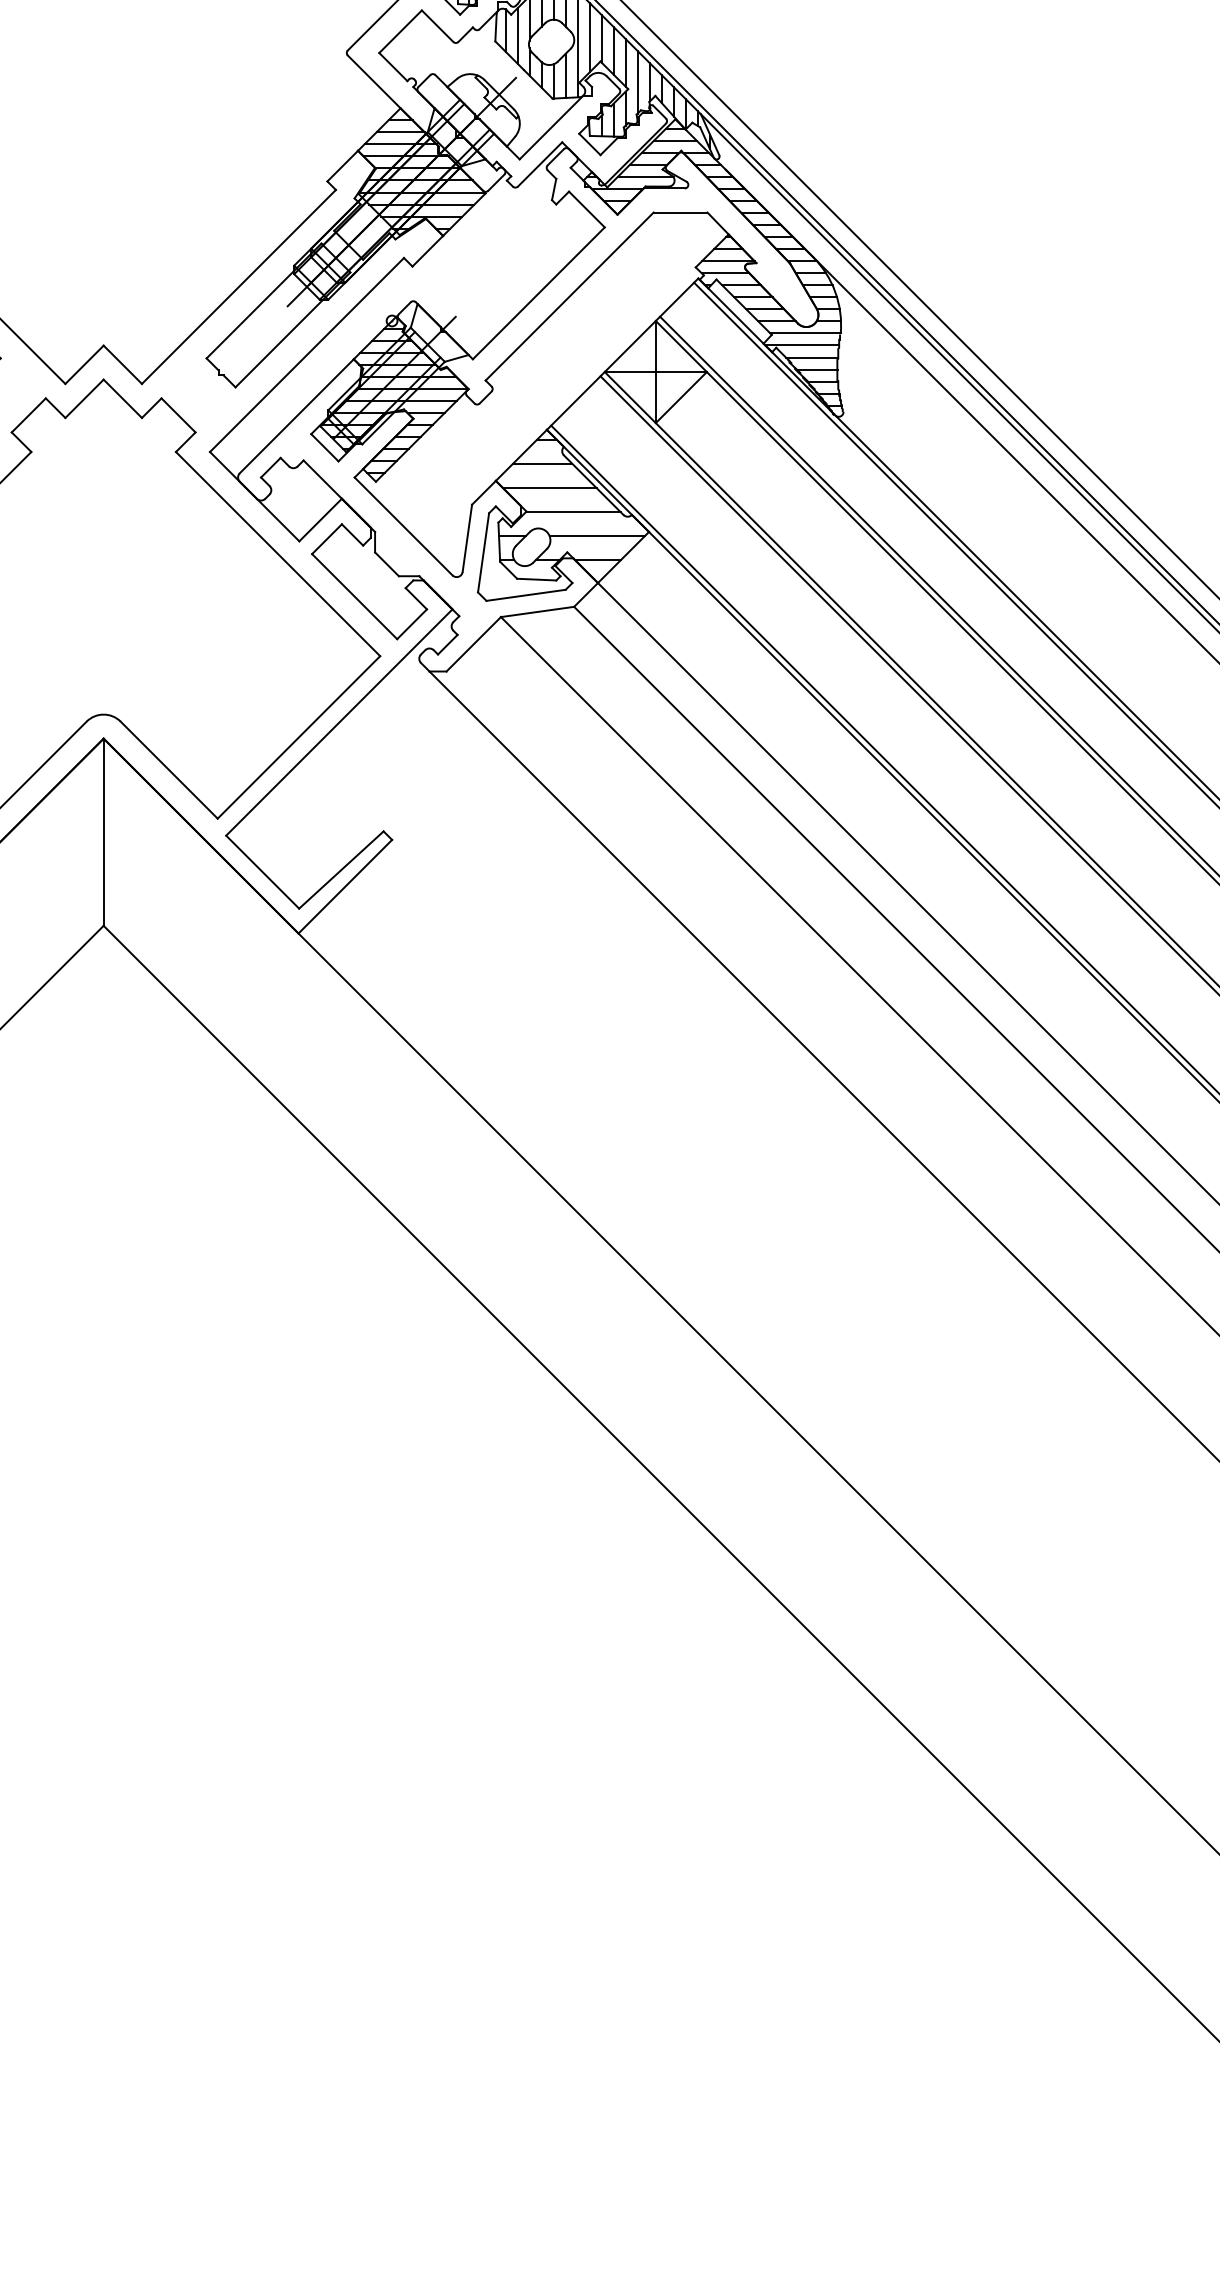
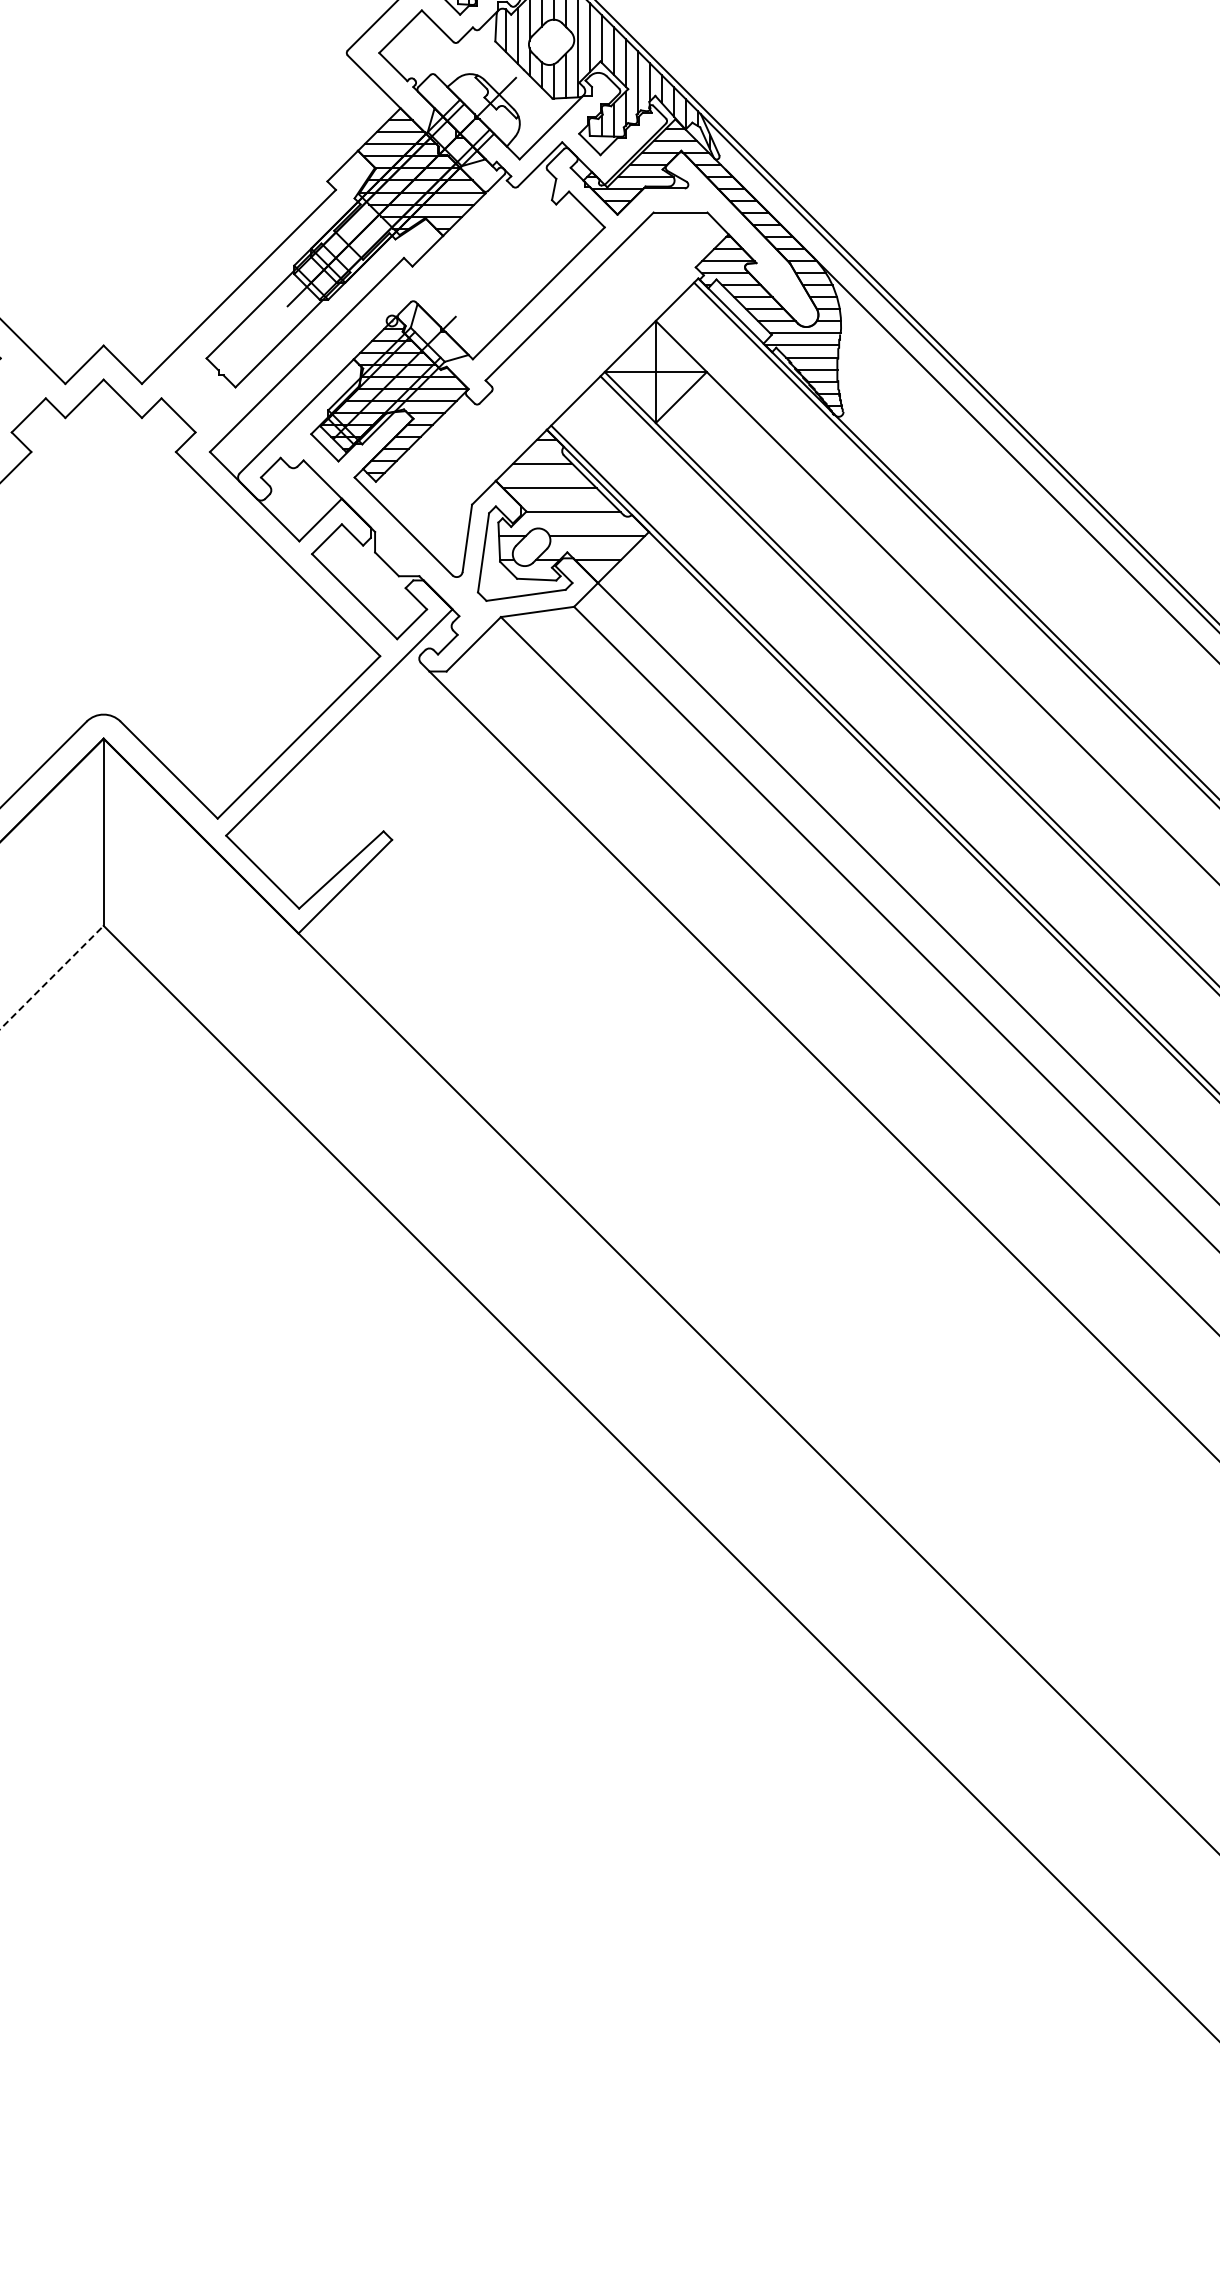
line at (919, 298): present -> none
line at (938, 594): present -> none
line at (52, 977): solid -> dashed
